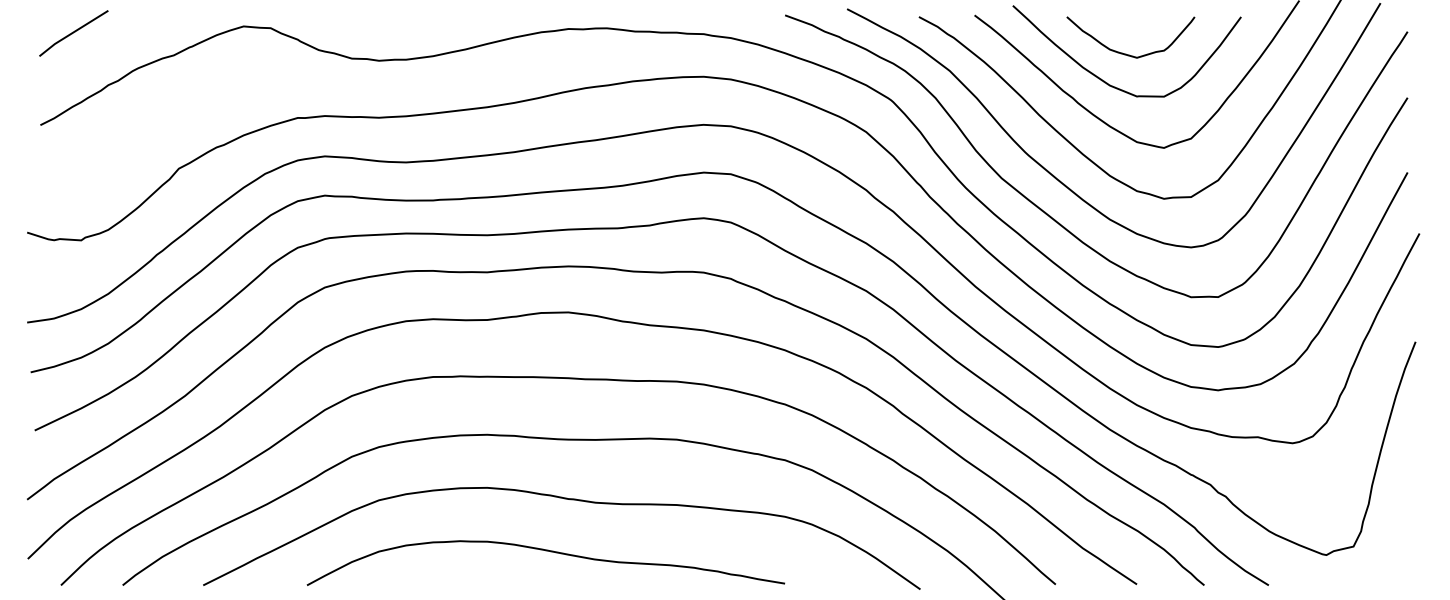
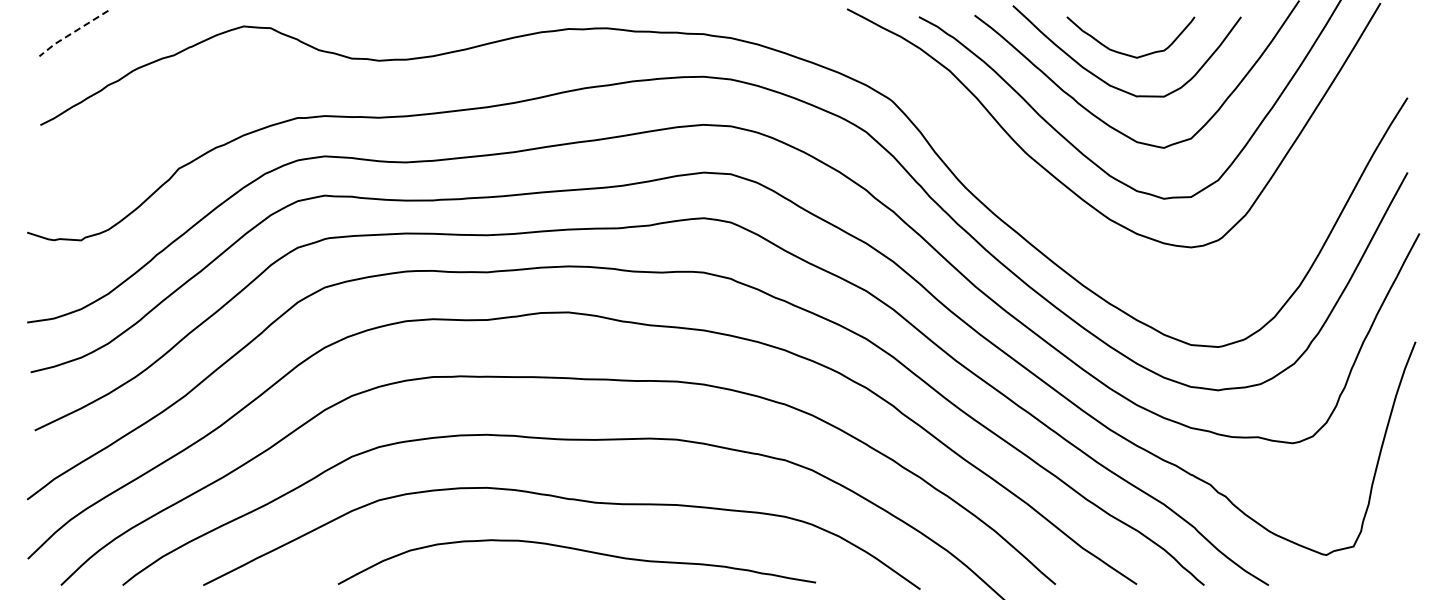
line at (72, 32): solid -> dashed
curve at (1050, 215): present -> none
curve at (545, 551) position: (545, 551) -> (576, 550)
